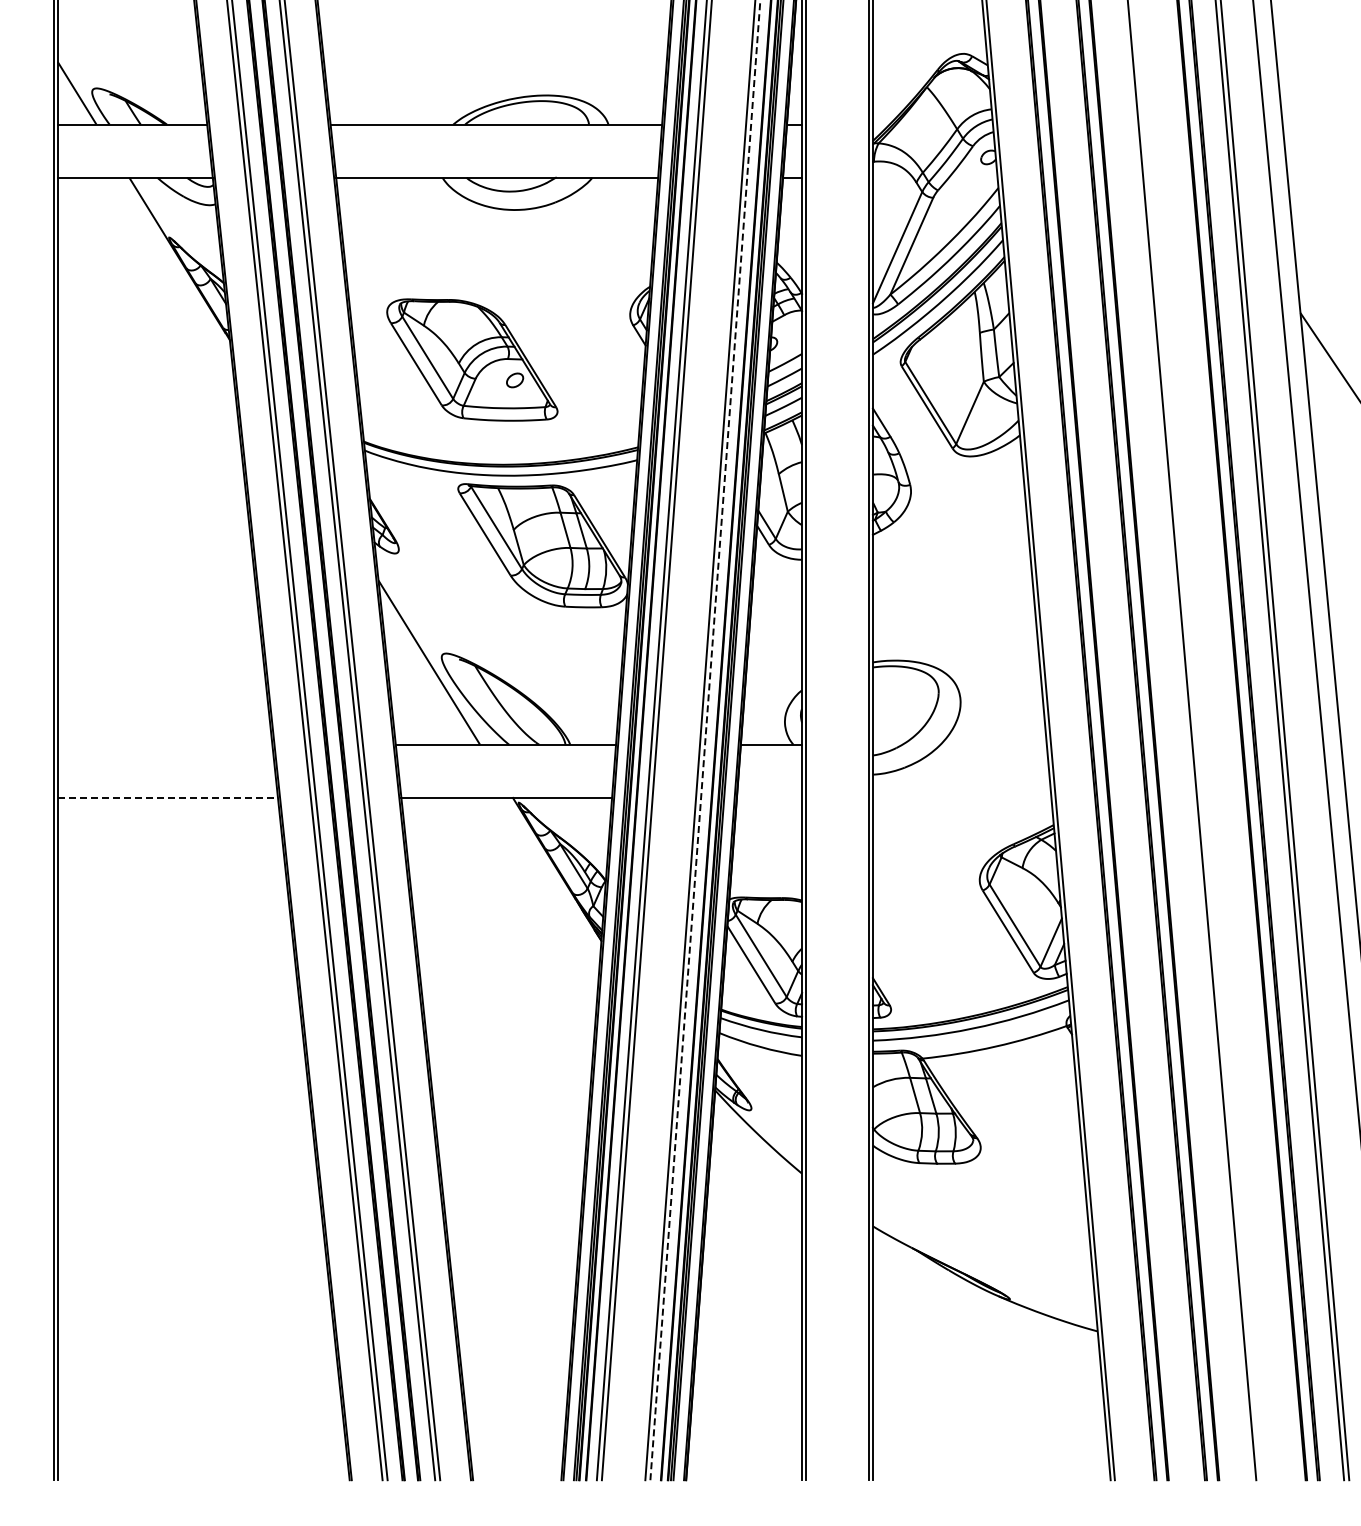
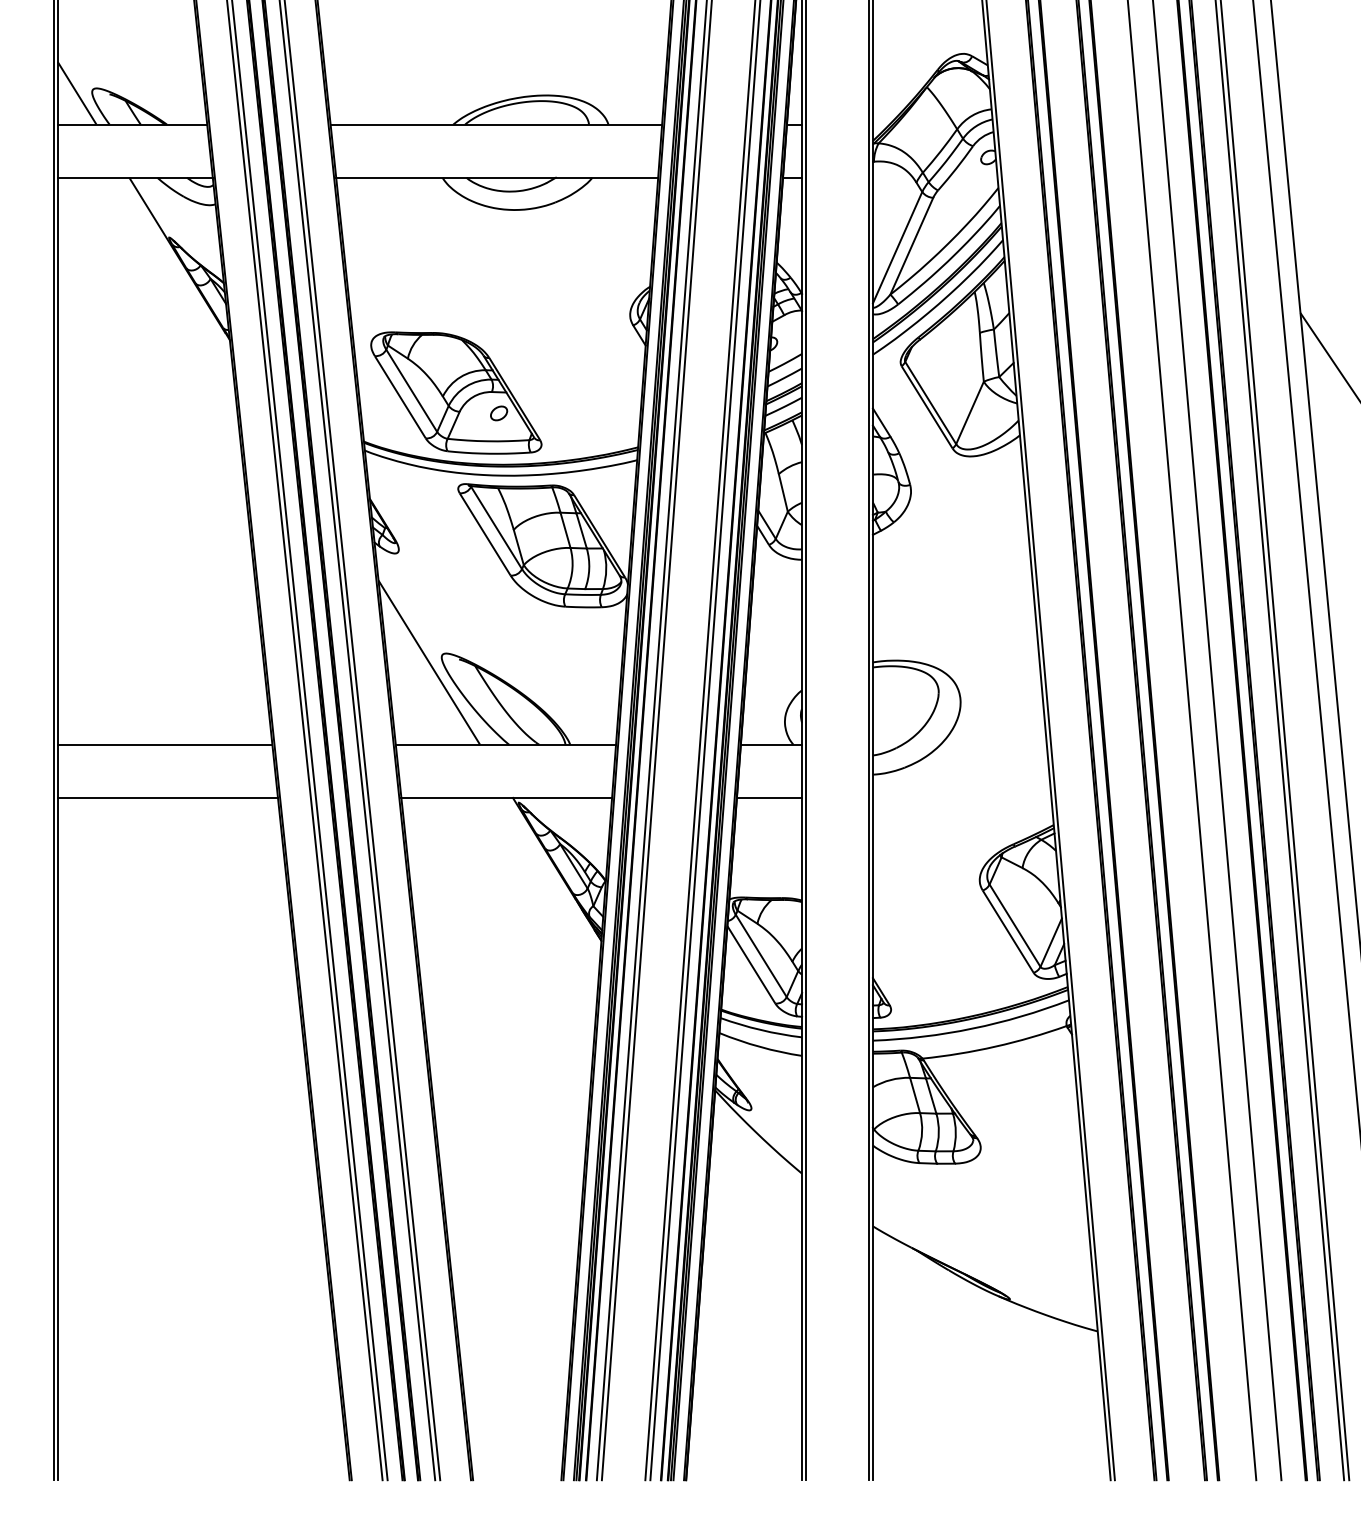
part at (472, 359) position: (472, 359) -> (456, 392)
line at (705, 740): dashed -> solid
line at (1217, 741): none -> present
line at (164, 744): none -> present
line at (168, 797): dashed -> solid
line at (769, 797): none -> present
